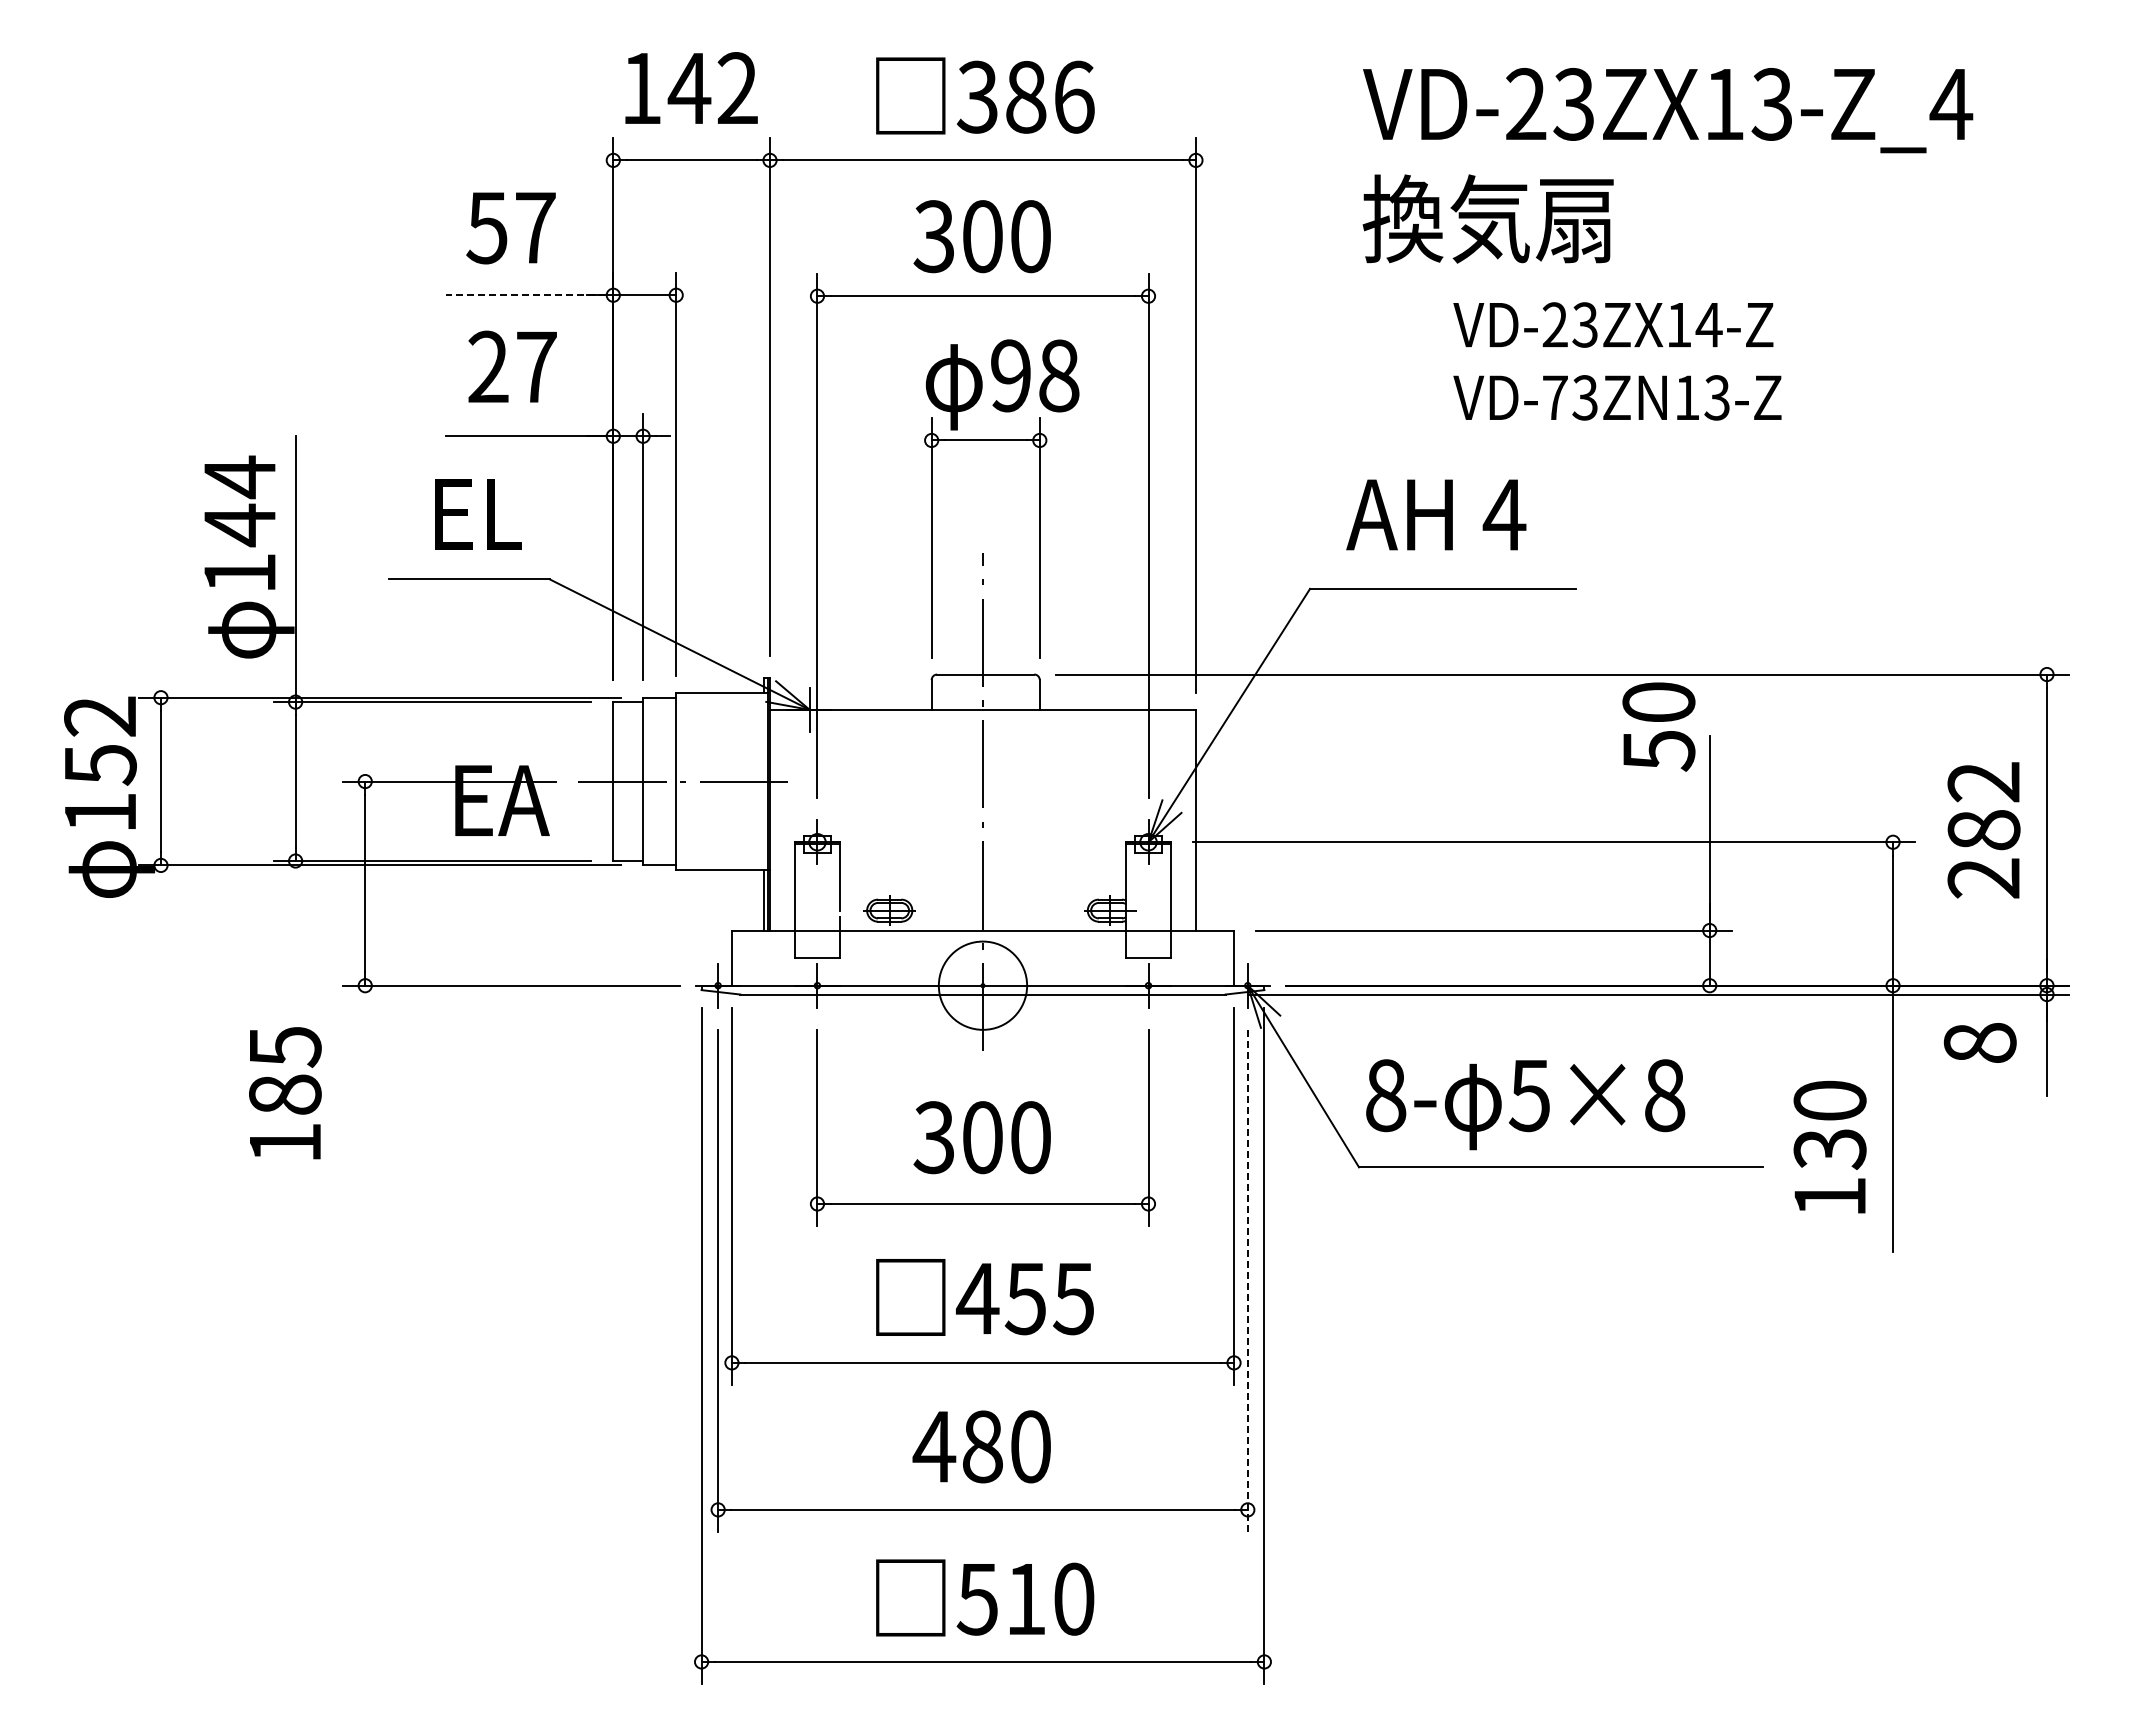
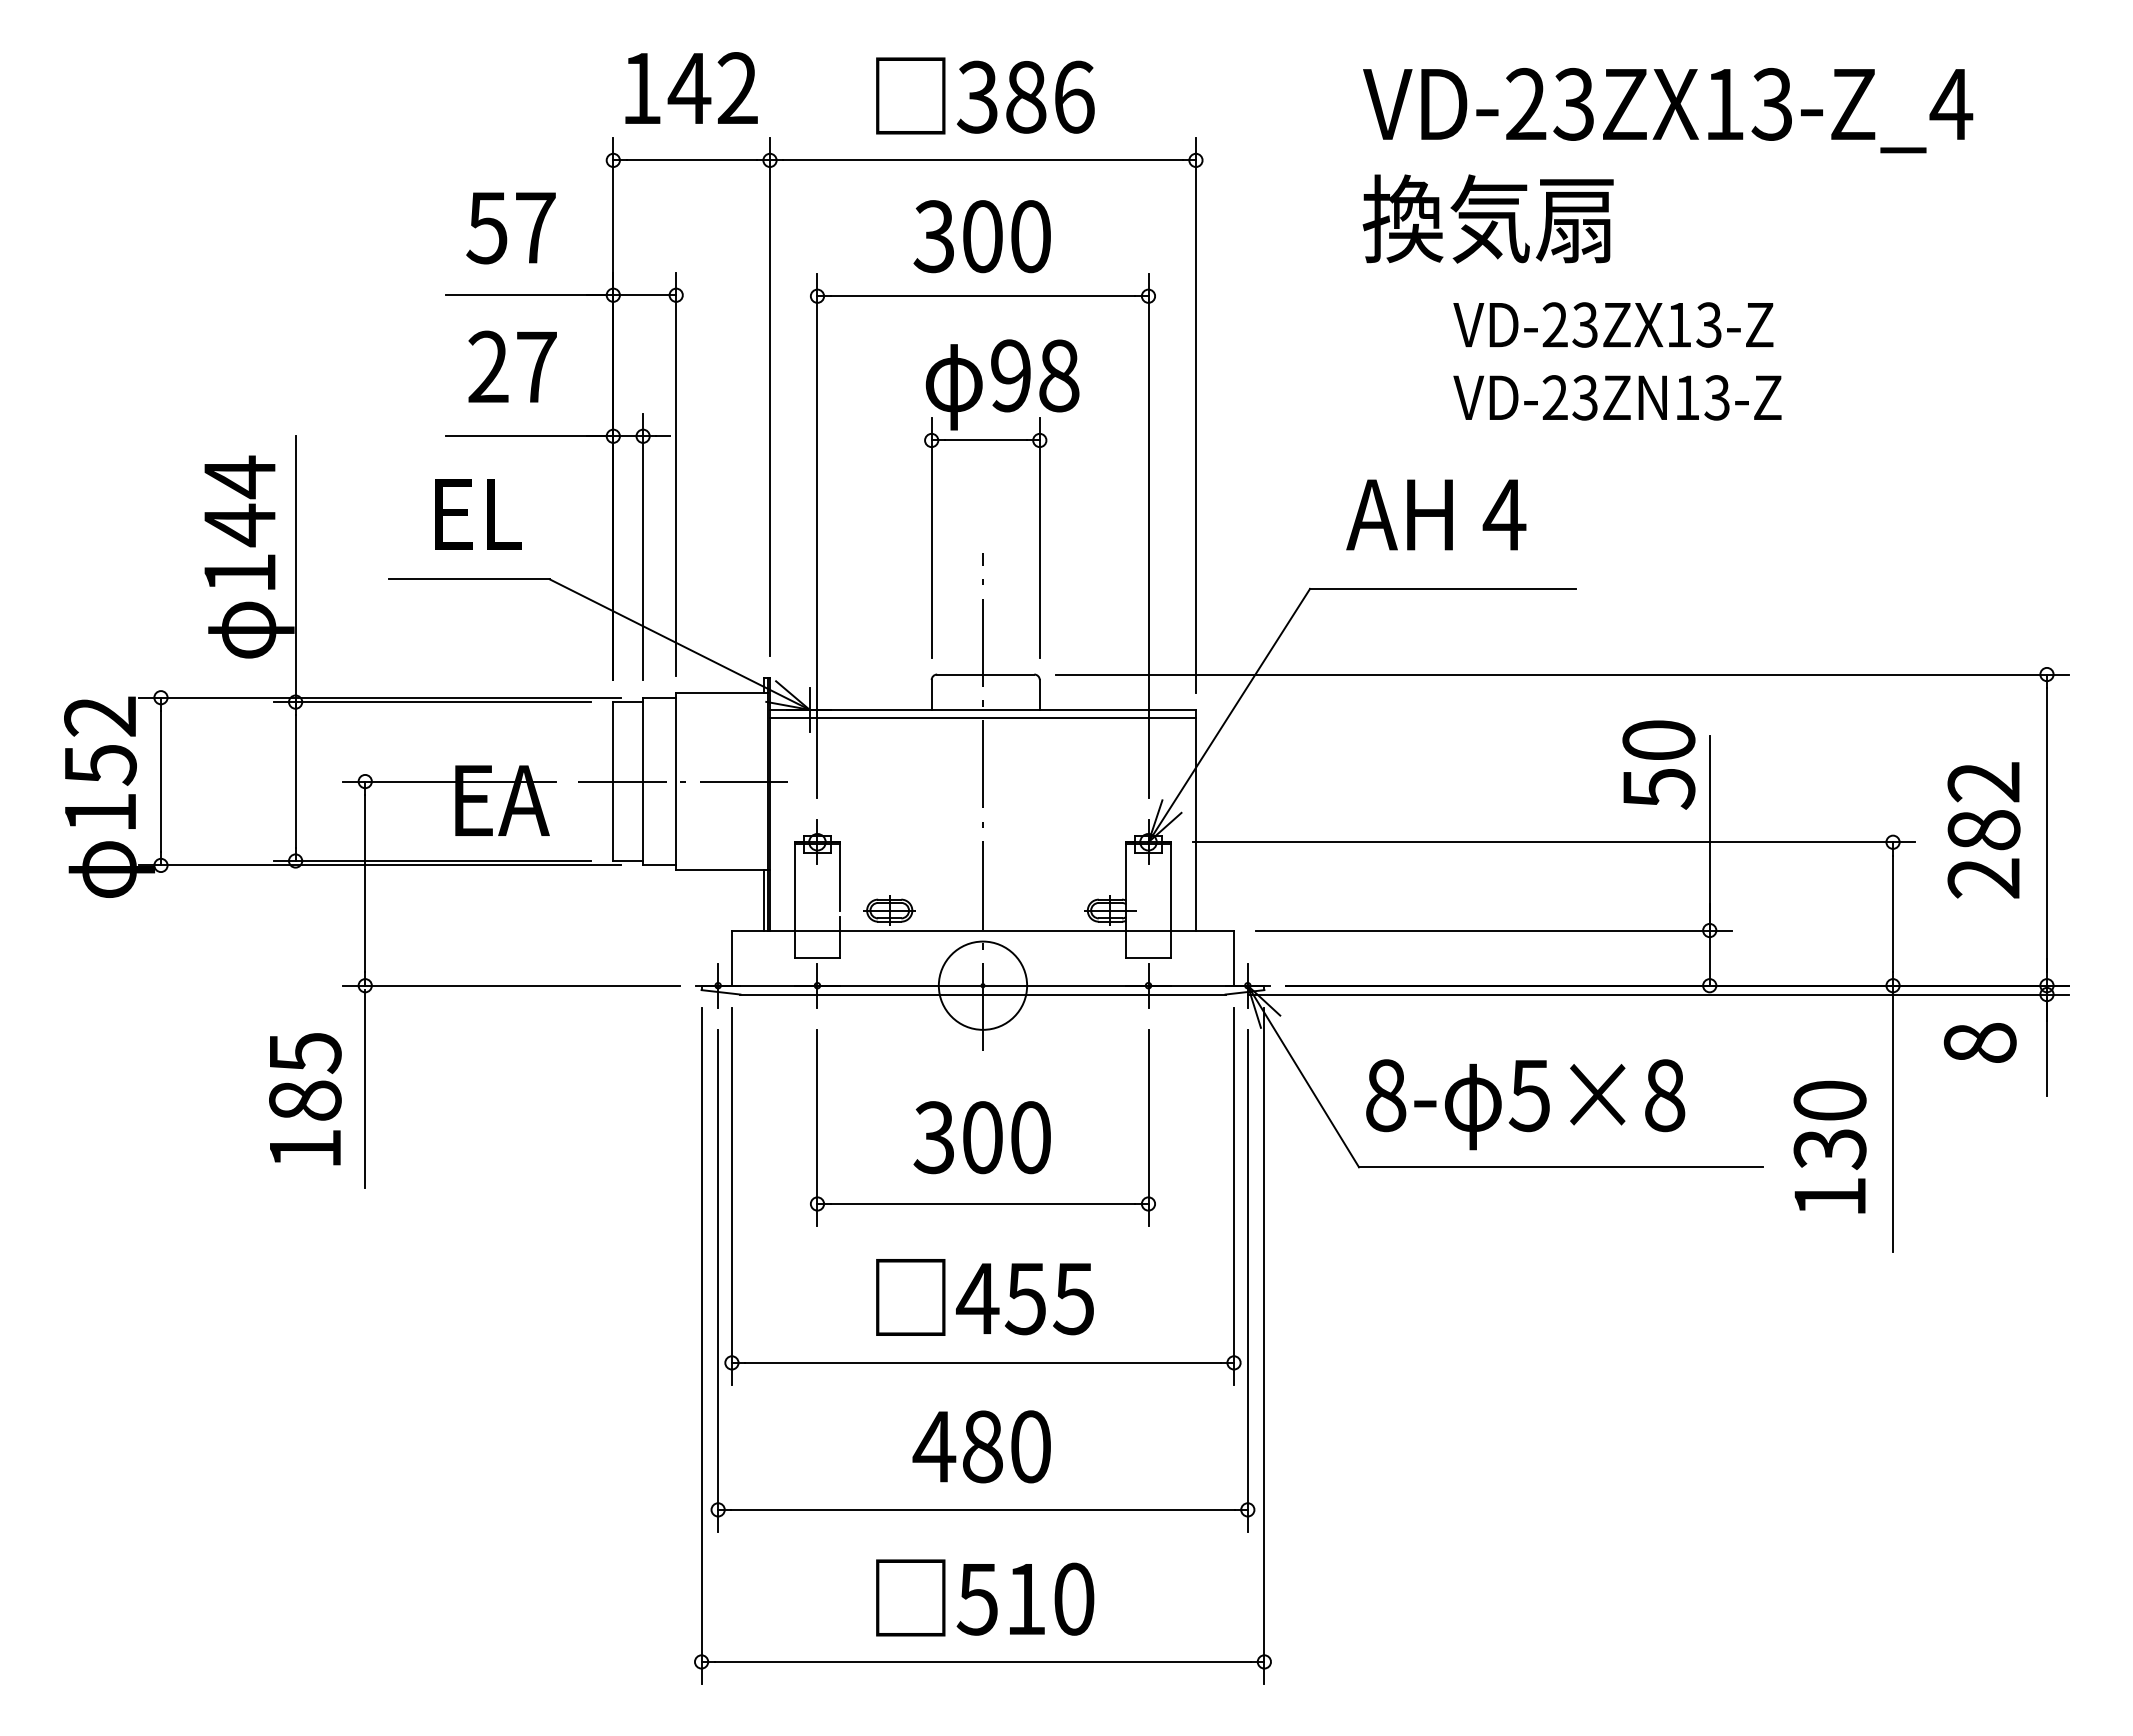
line at (526, 295): dashed -> solid
text at (1708, 324): VD-23ZX14-Z -> VD-23ZX13-Z
text at (1554, 397): VD-73ZN13-Z -> VD-23ZN13-Z
line at (982, 717): none -> present
text at (1658, 726) position: (1658, 726) -> (1658, 764)
line at (365, 1088): none -> present
text at (285, 1093) position: (285, 1093) -> (305, 1099)
line at (1247, 1281): dashed -> solid
